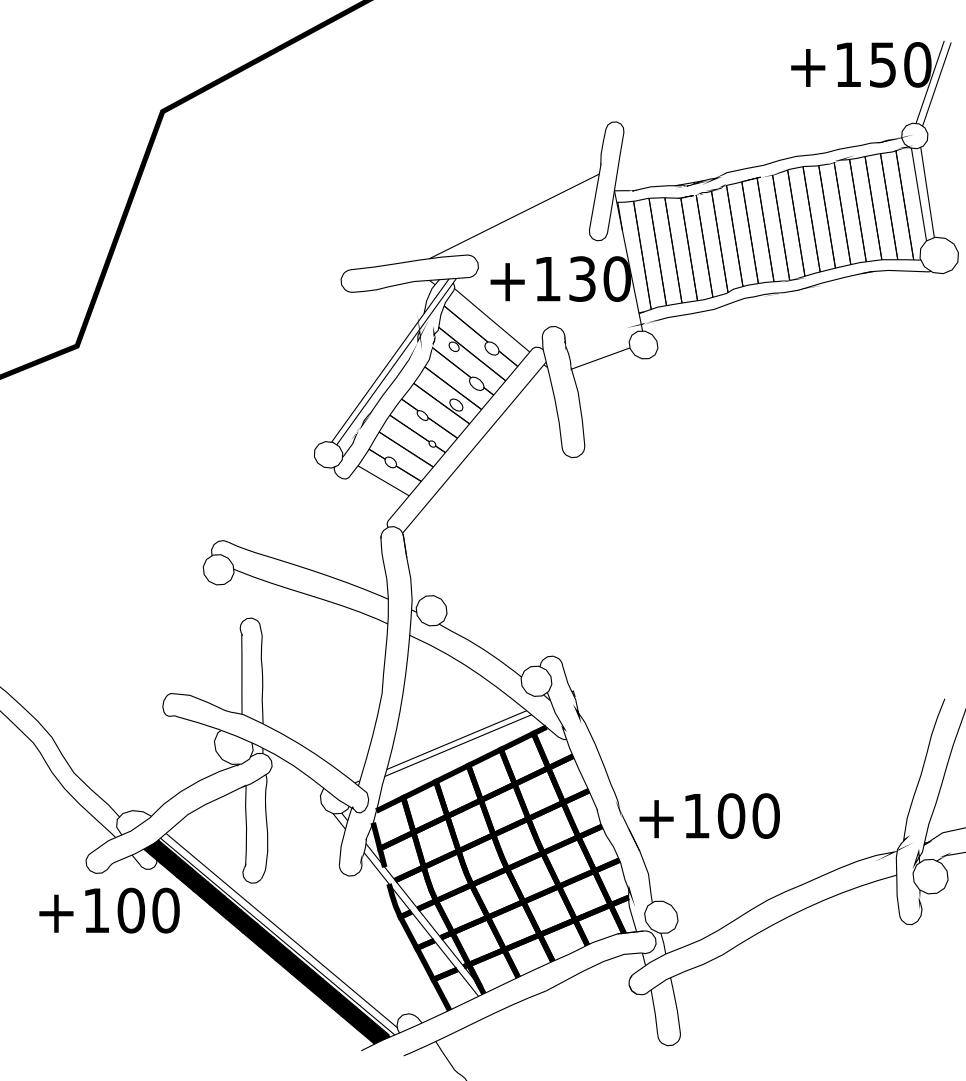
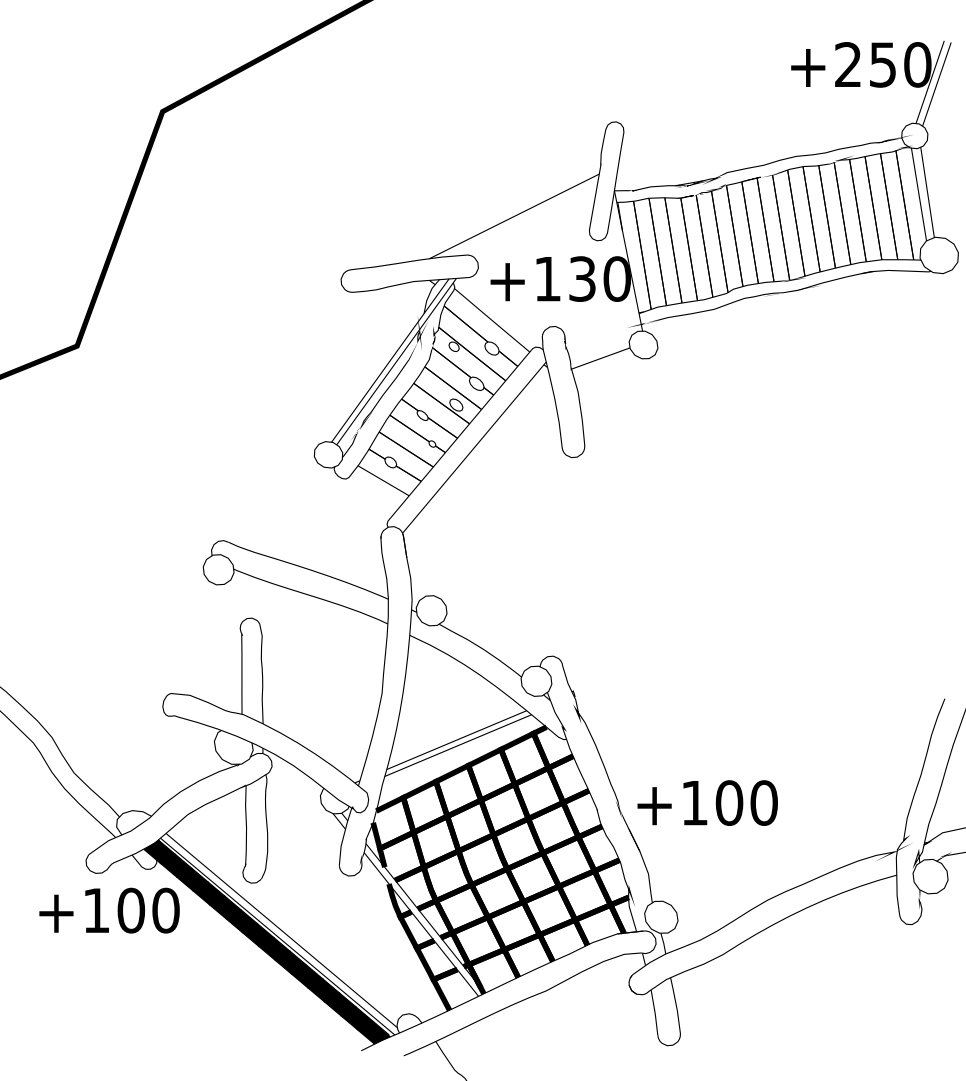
text at (847, 64): +150 -> +250
text at (709, 815) position: (709, 815) -> (707, 802)
